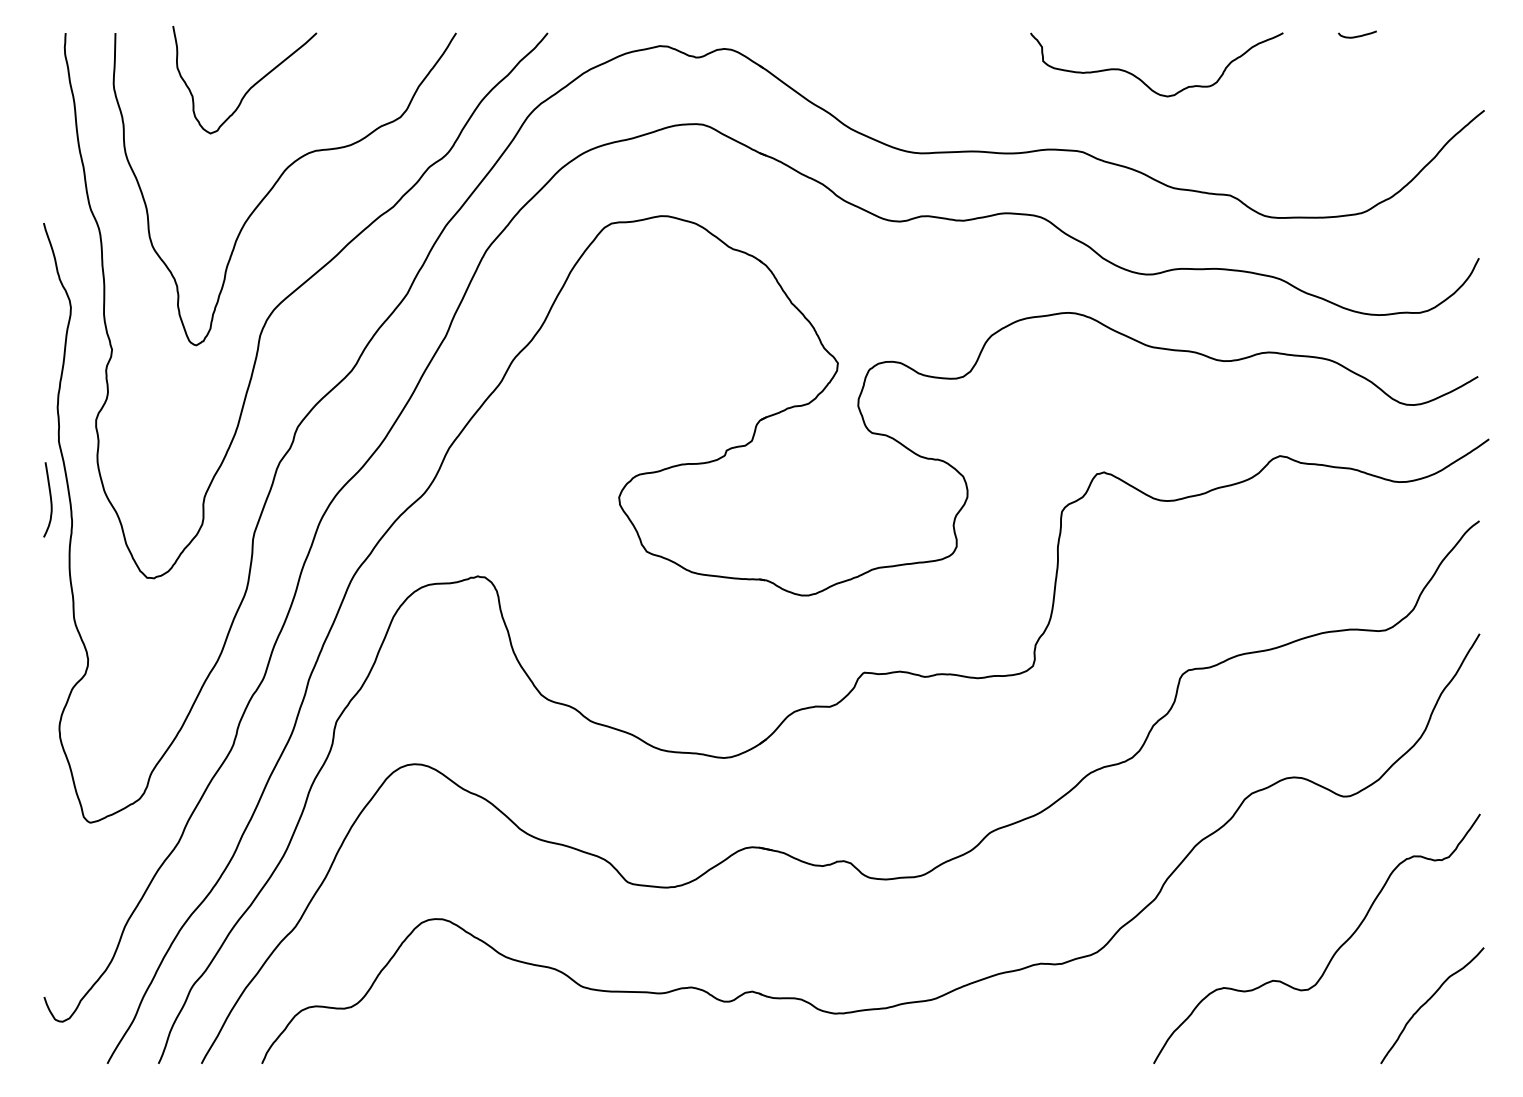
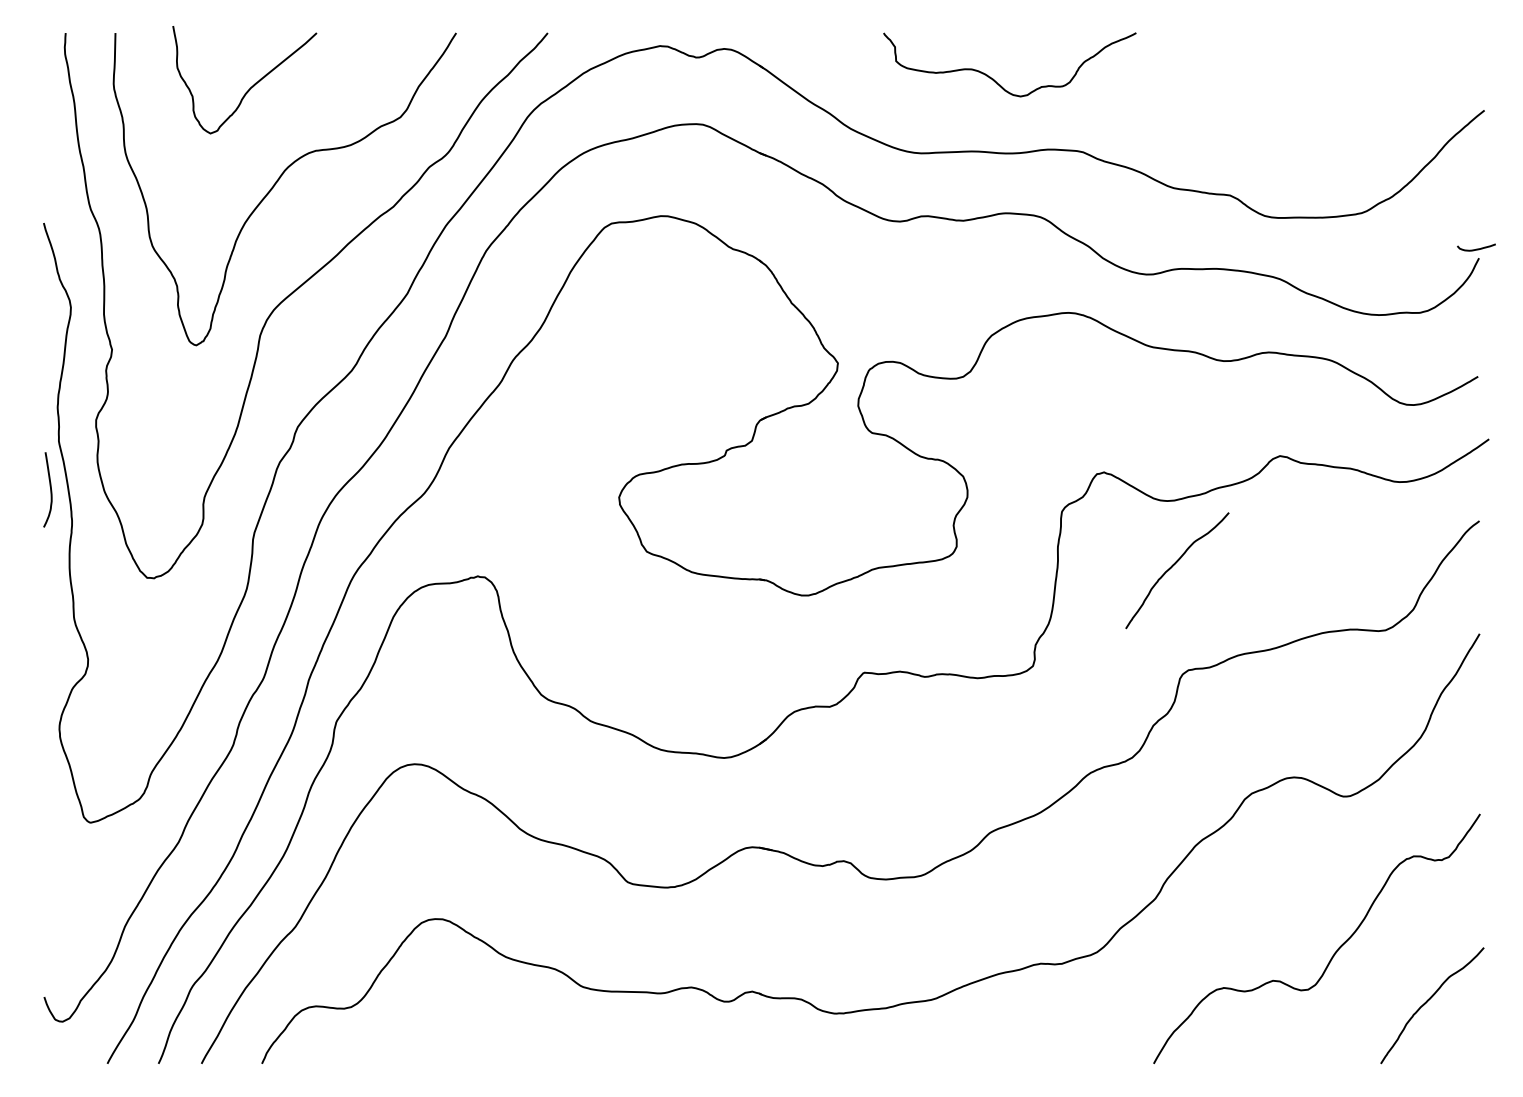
curve at (1357, 35) position: (1357, 35) -> (1476, 248)
curve at (1141, 79) position: (1141, 79) -> (994, 79)
curve at (50, 499) position: (50, 499) -> (50, 489)
curve at (1173, 566): none -> present
